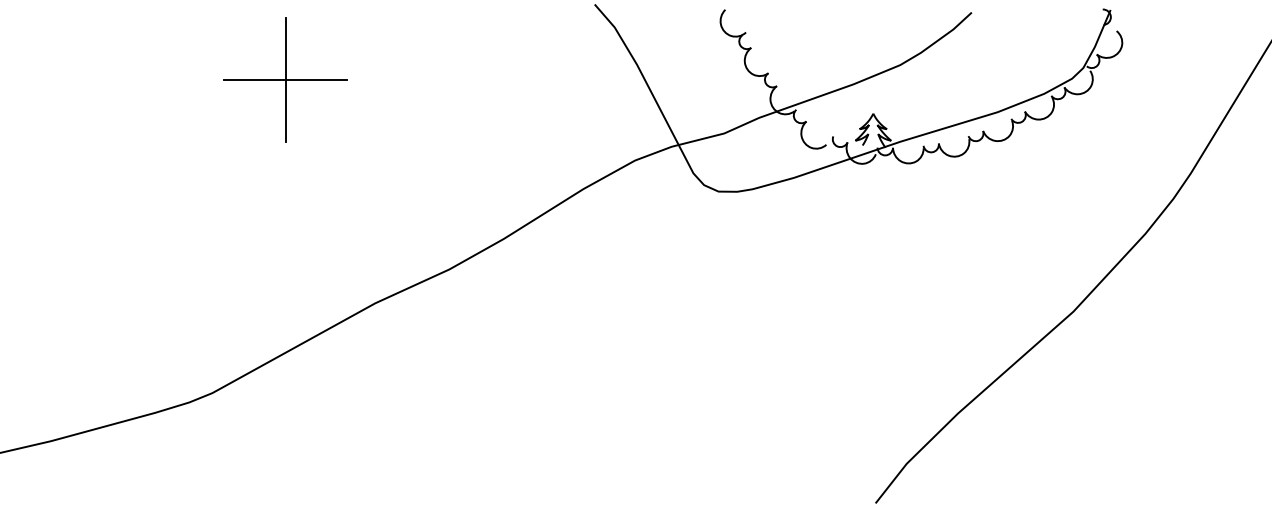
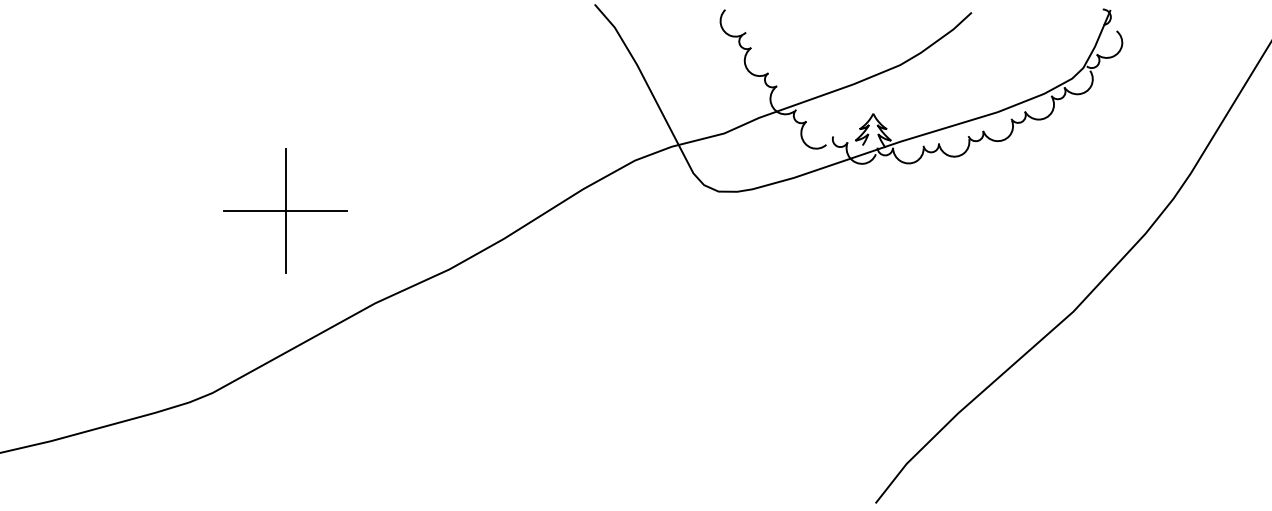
part at (285, 79) position: (285, 79) -> (285, 210)
